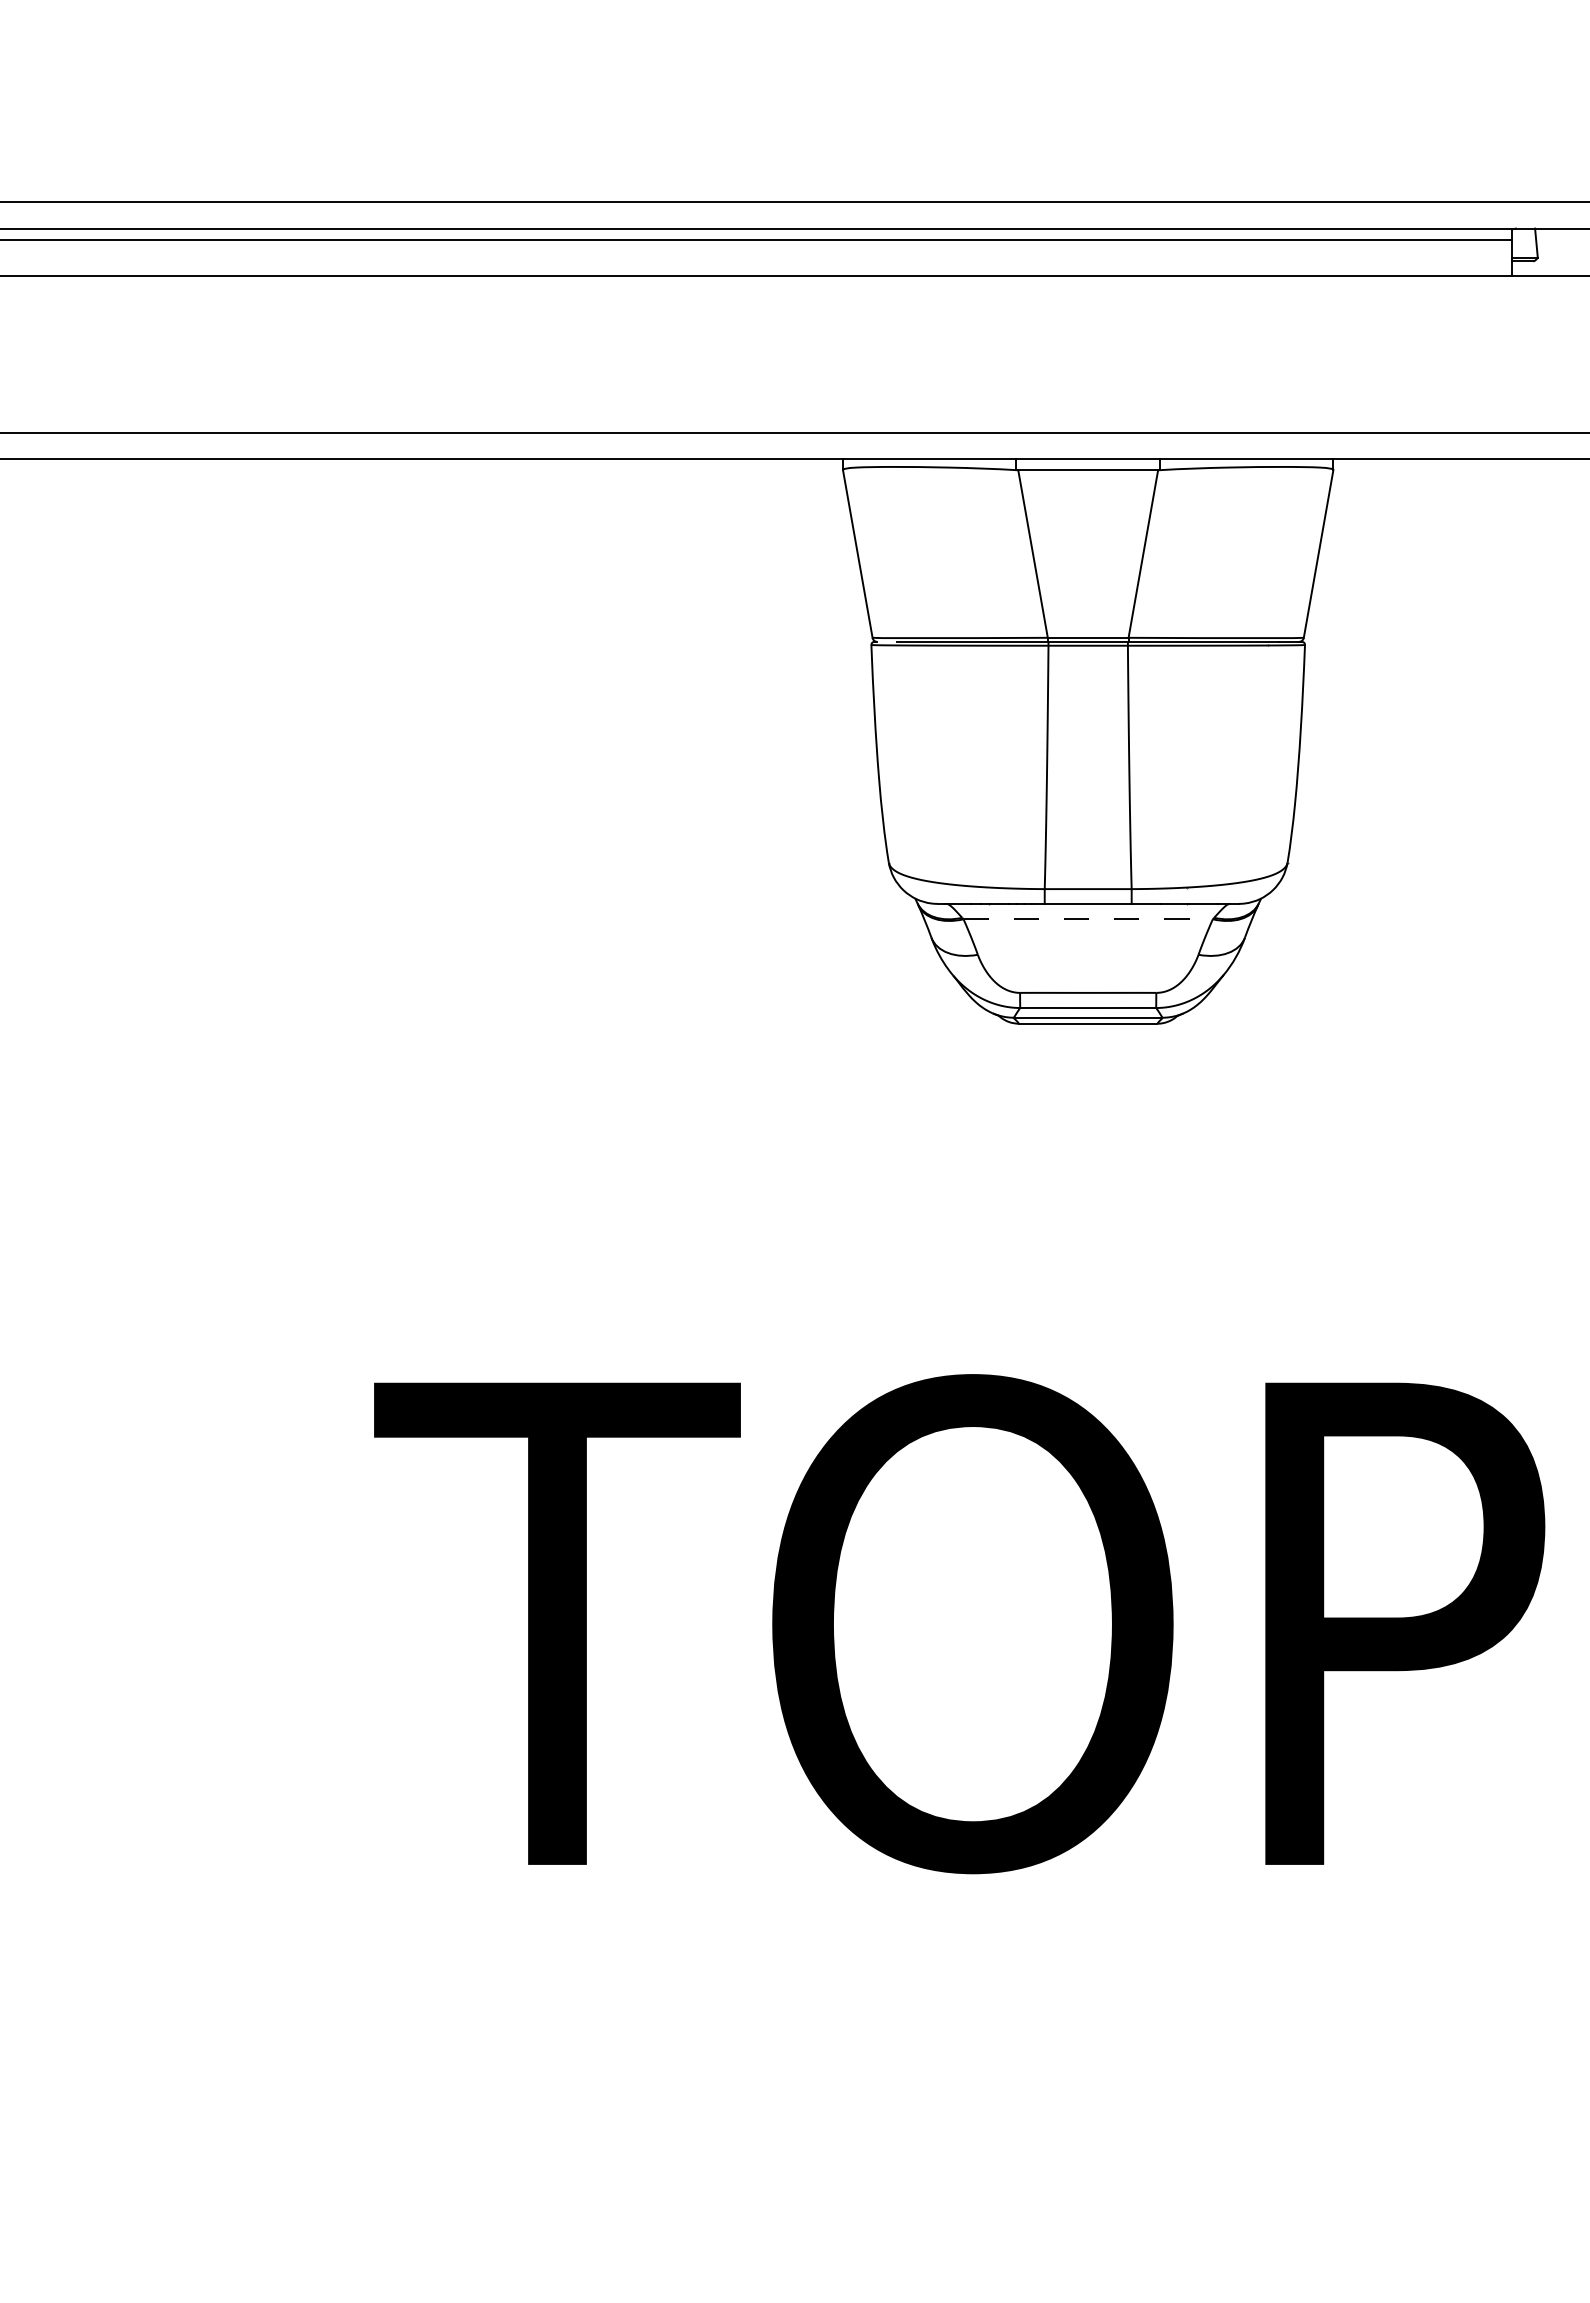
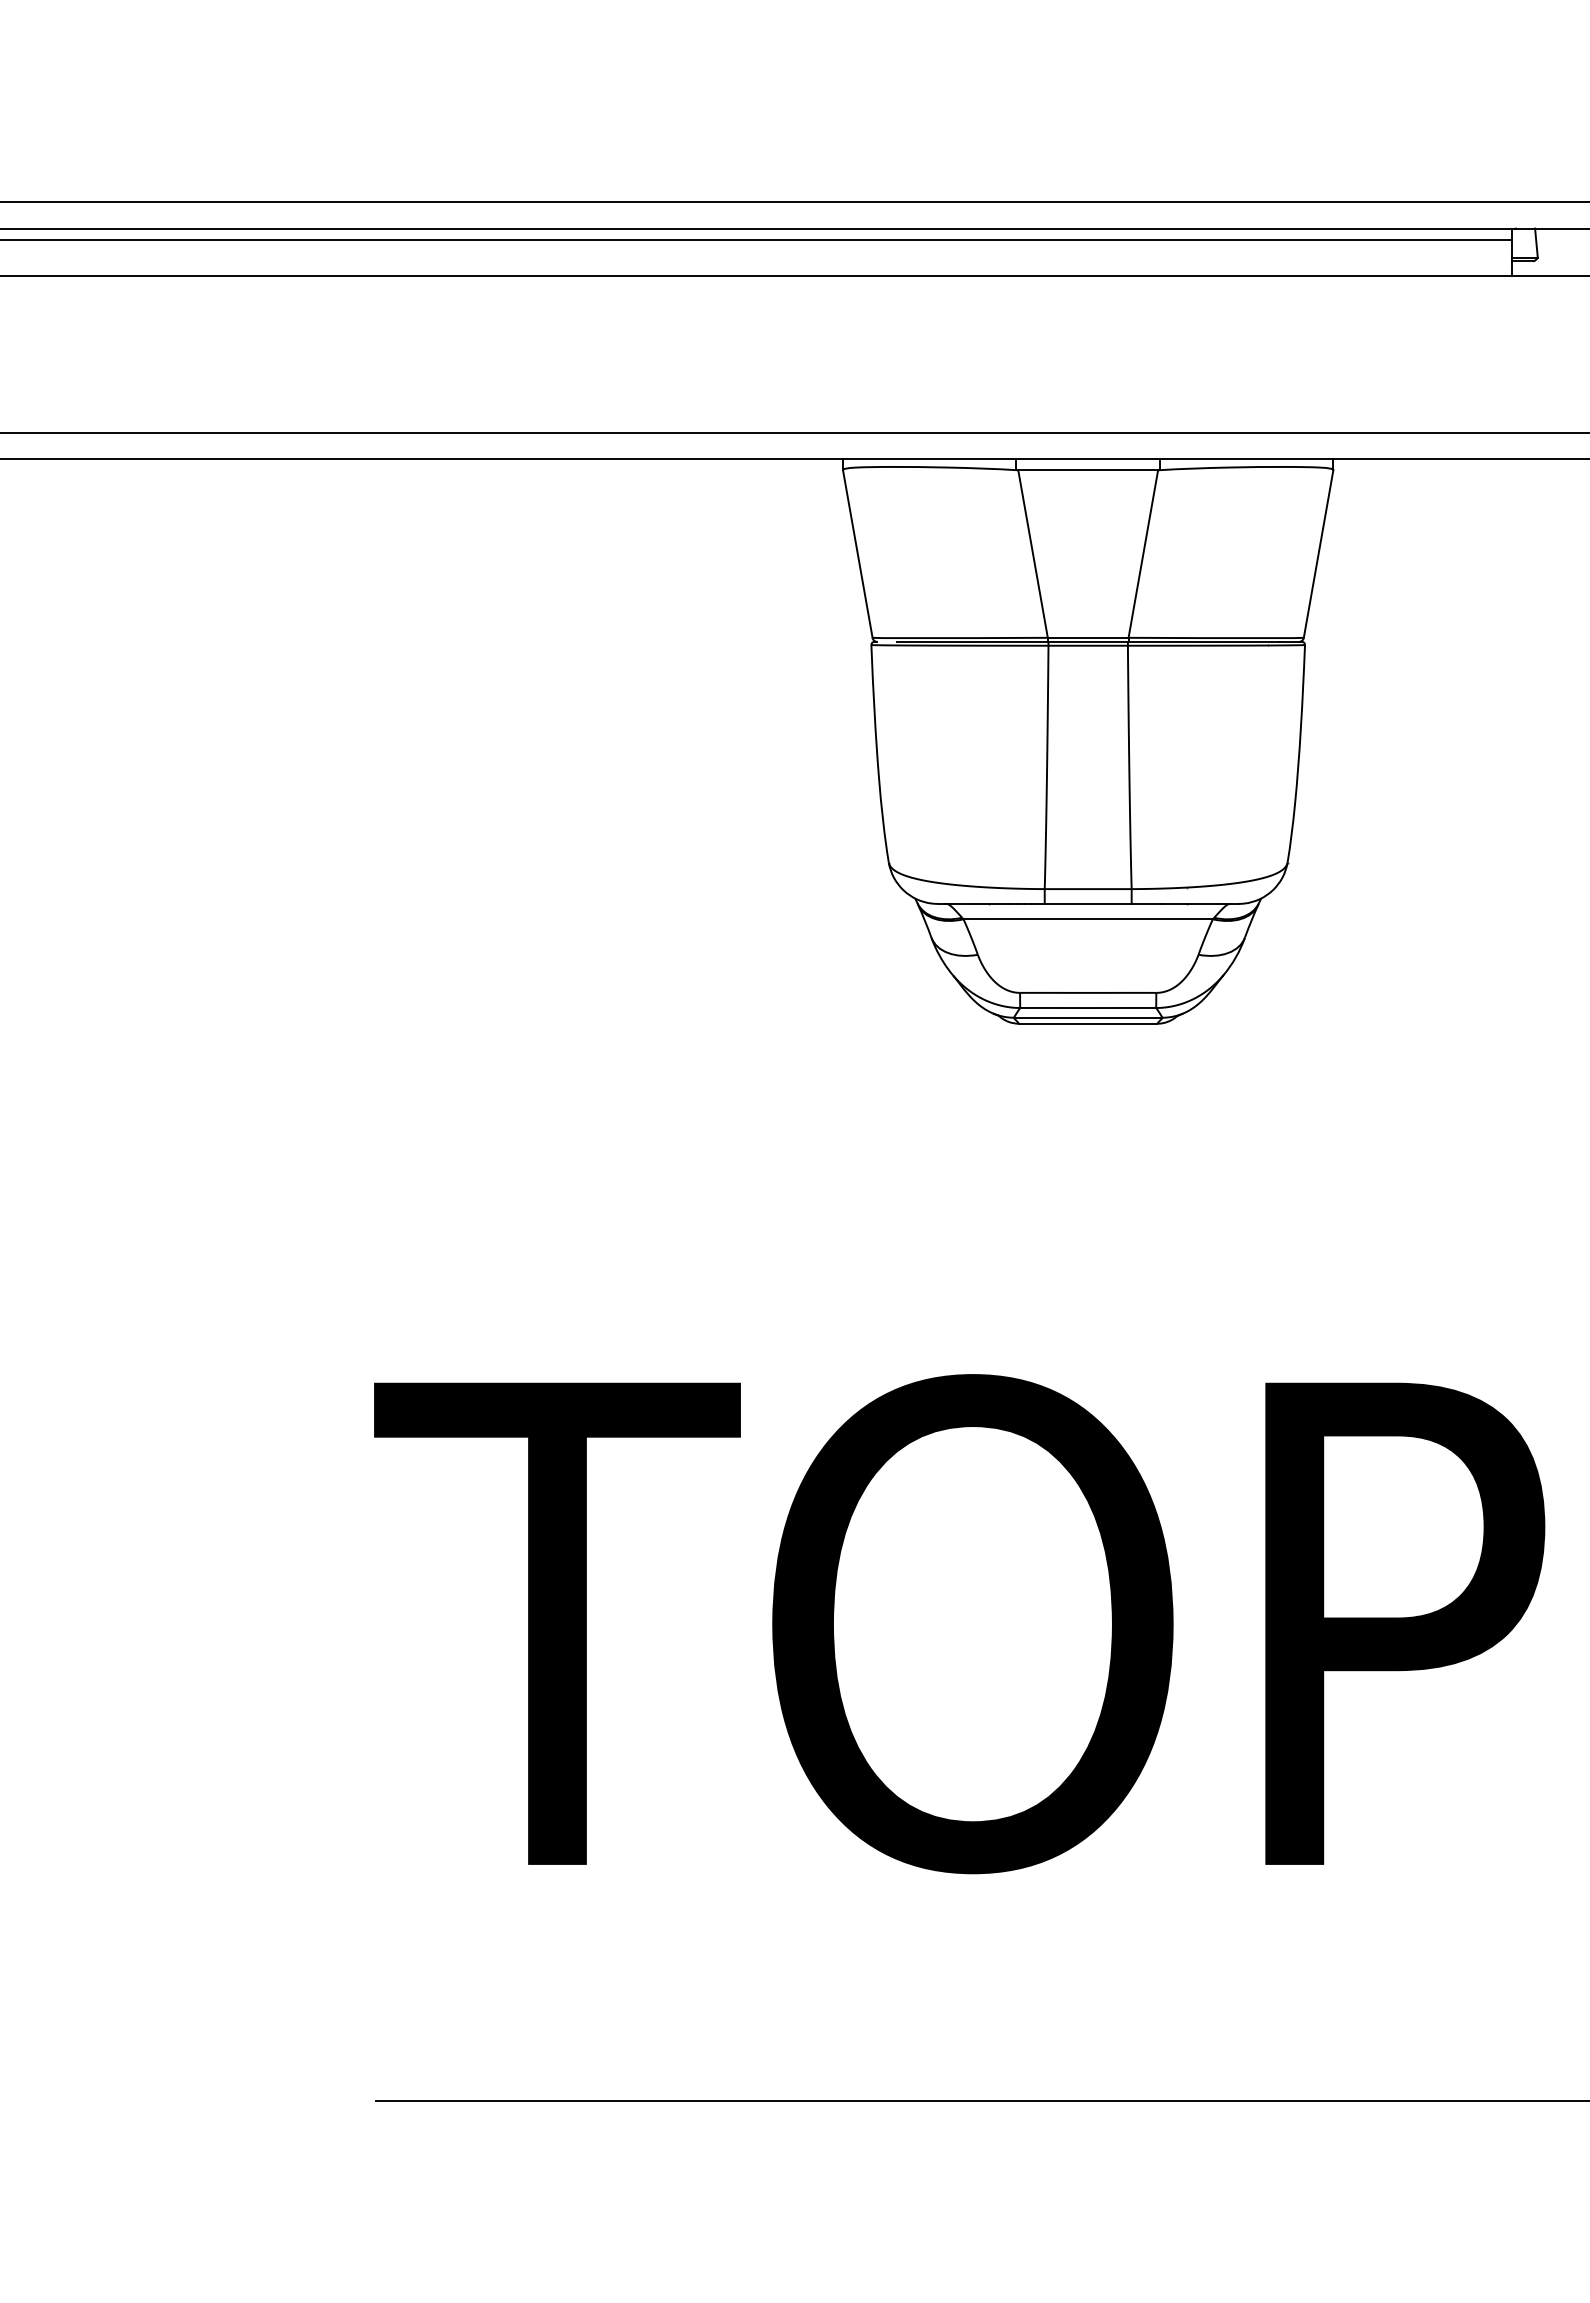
line at (1088, 919): dashed -> solid
line at (980, 2100): none -> present
